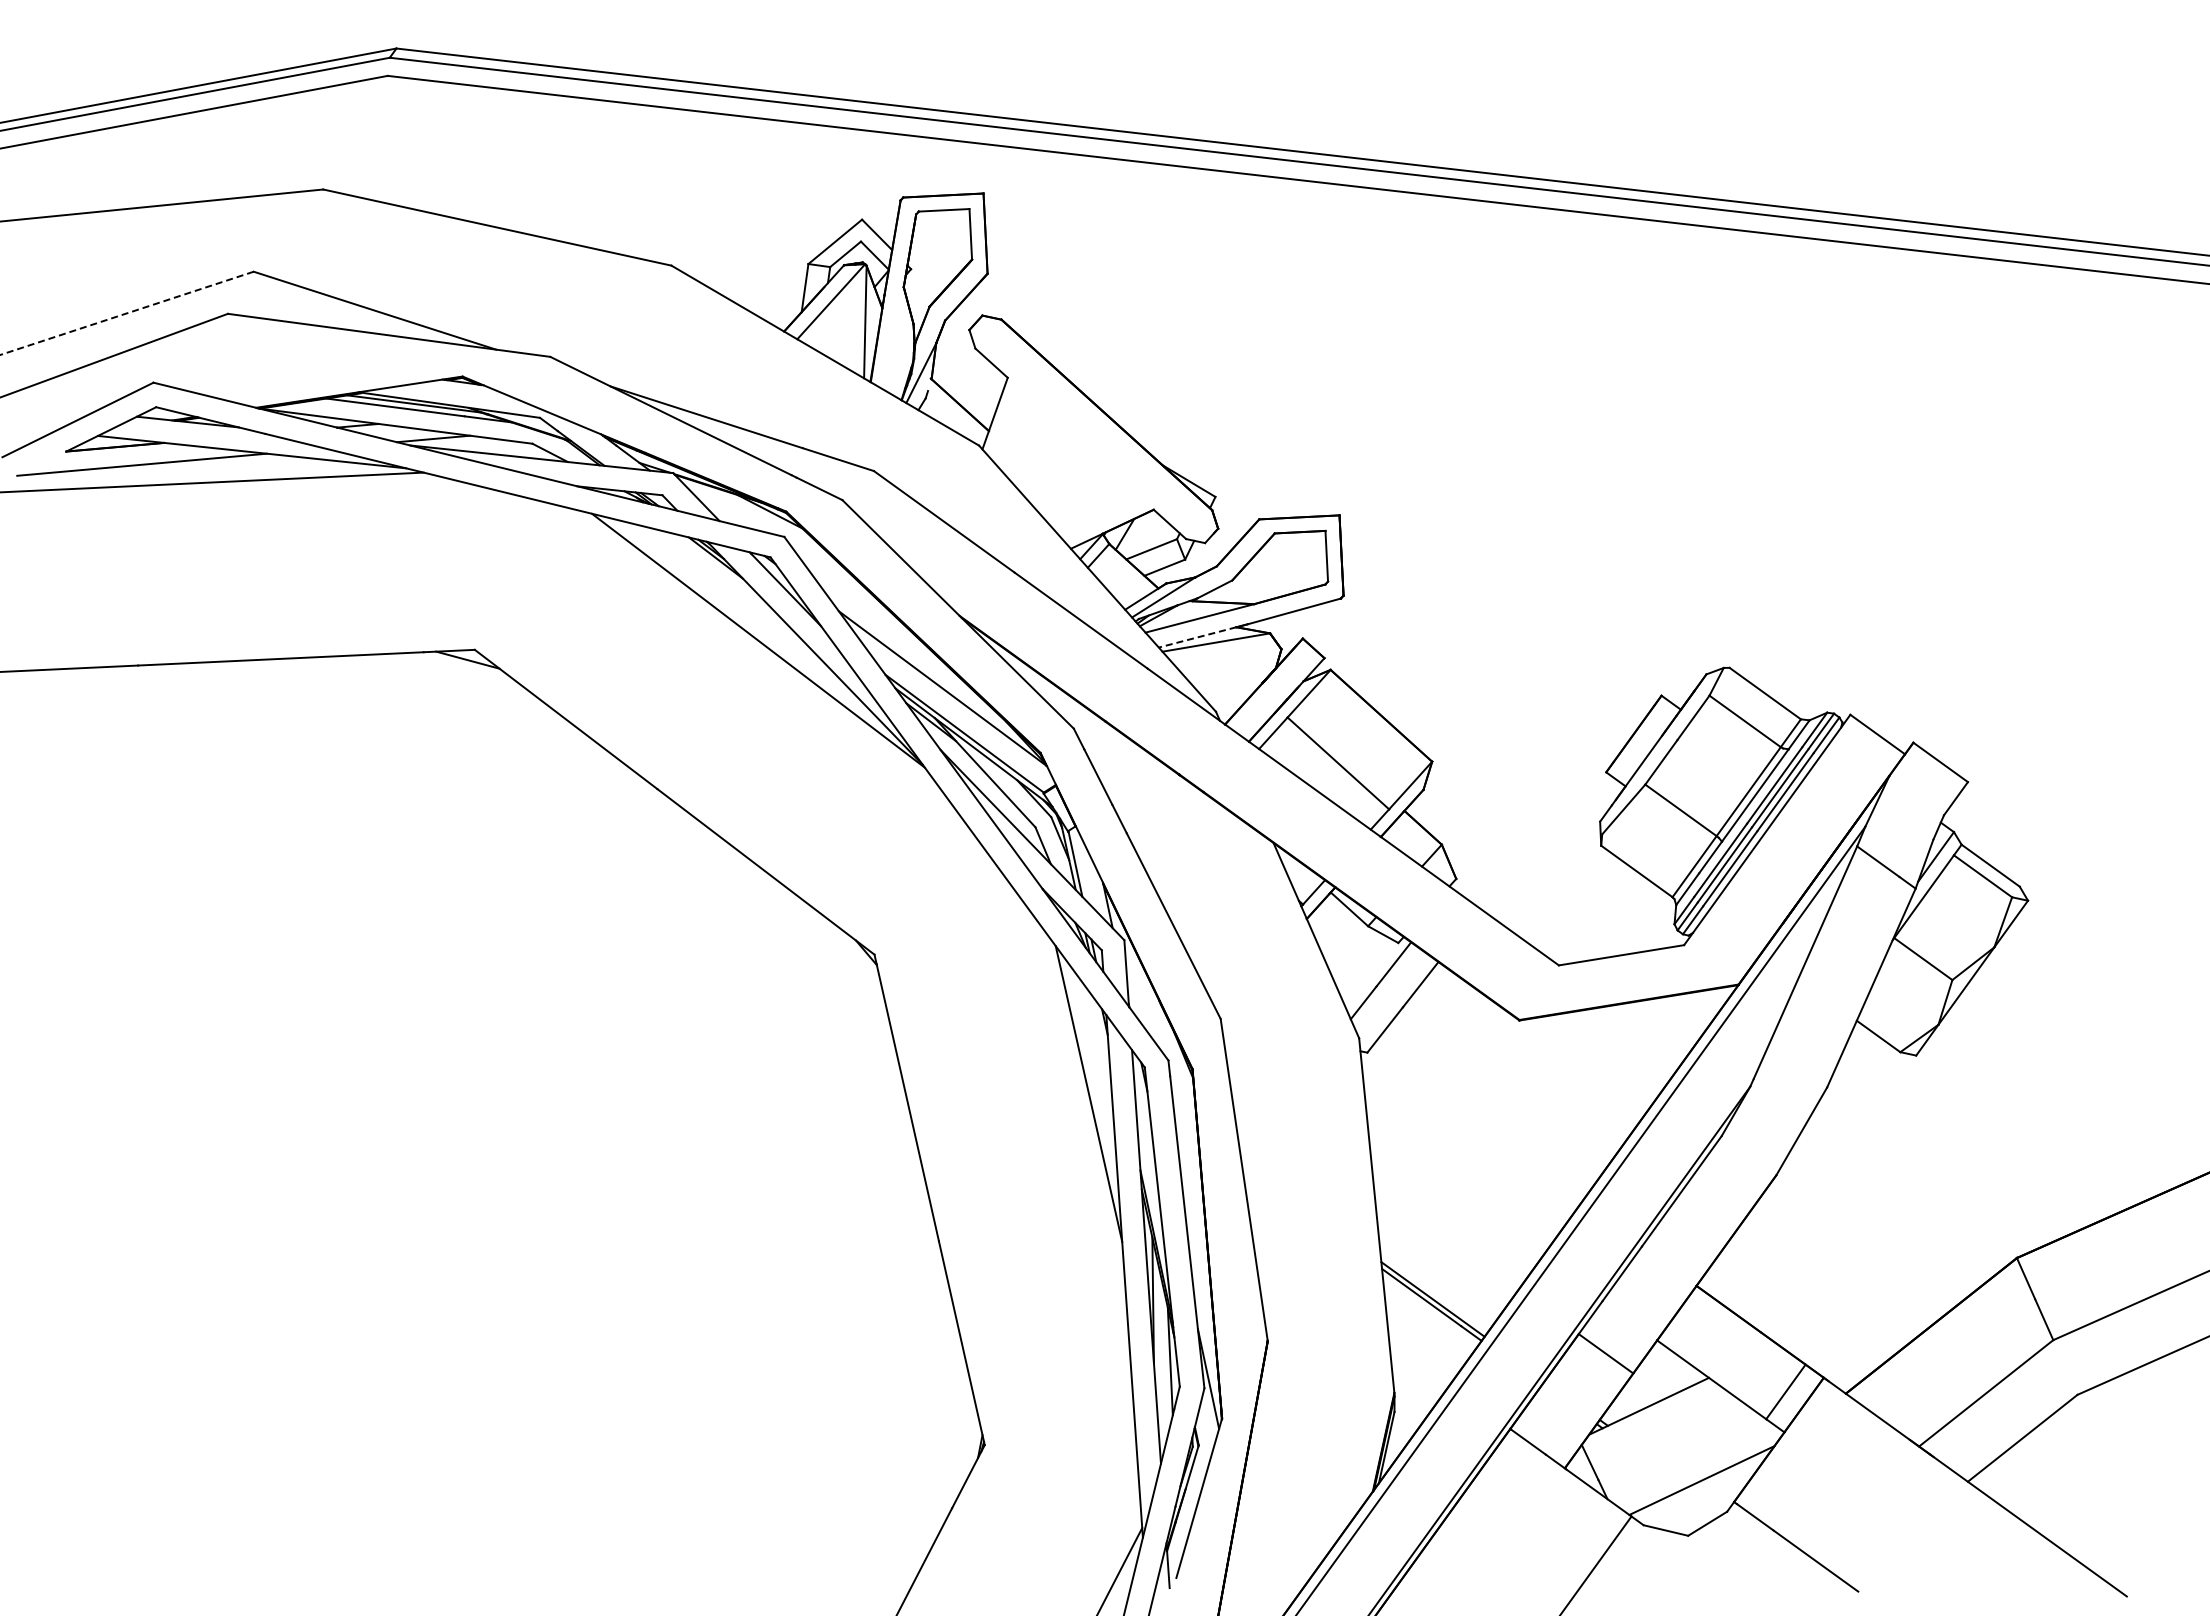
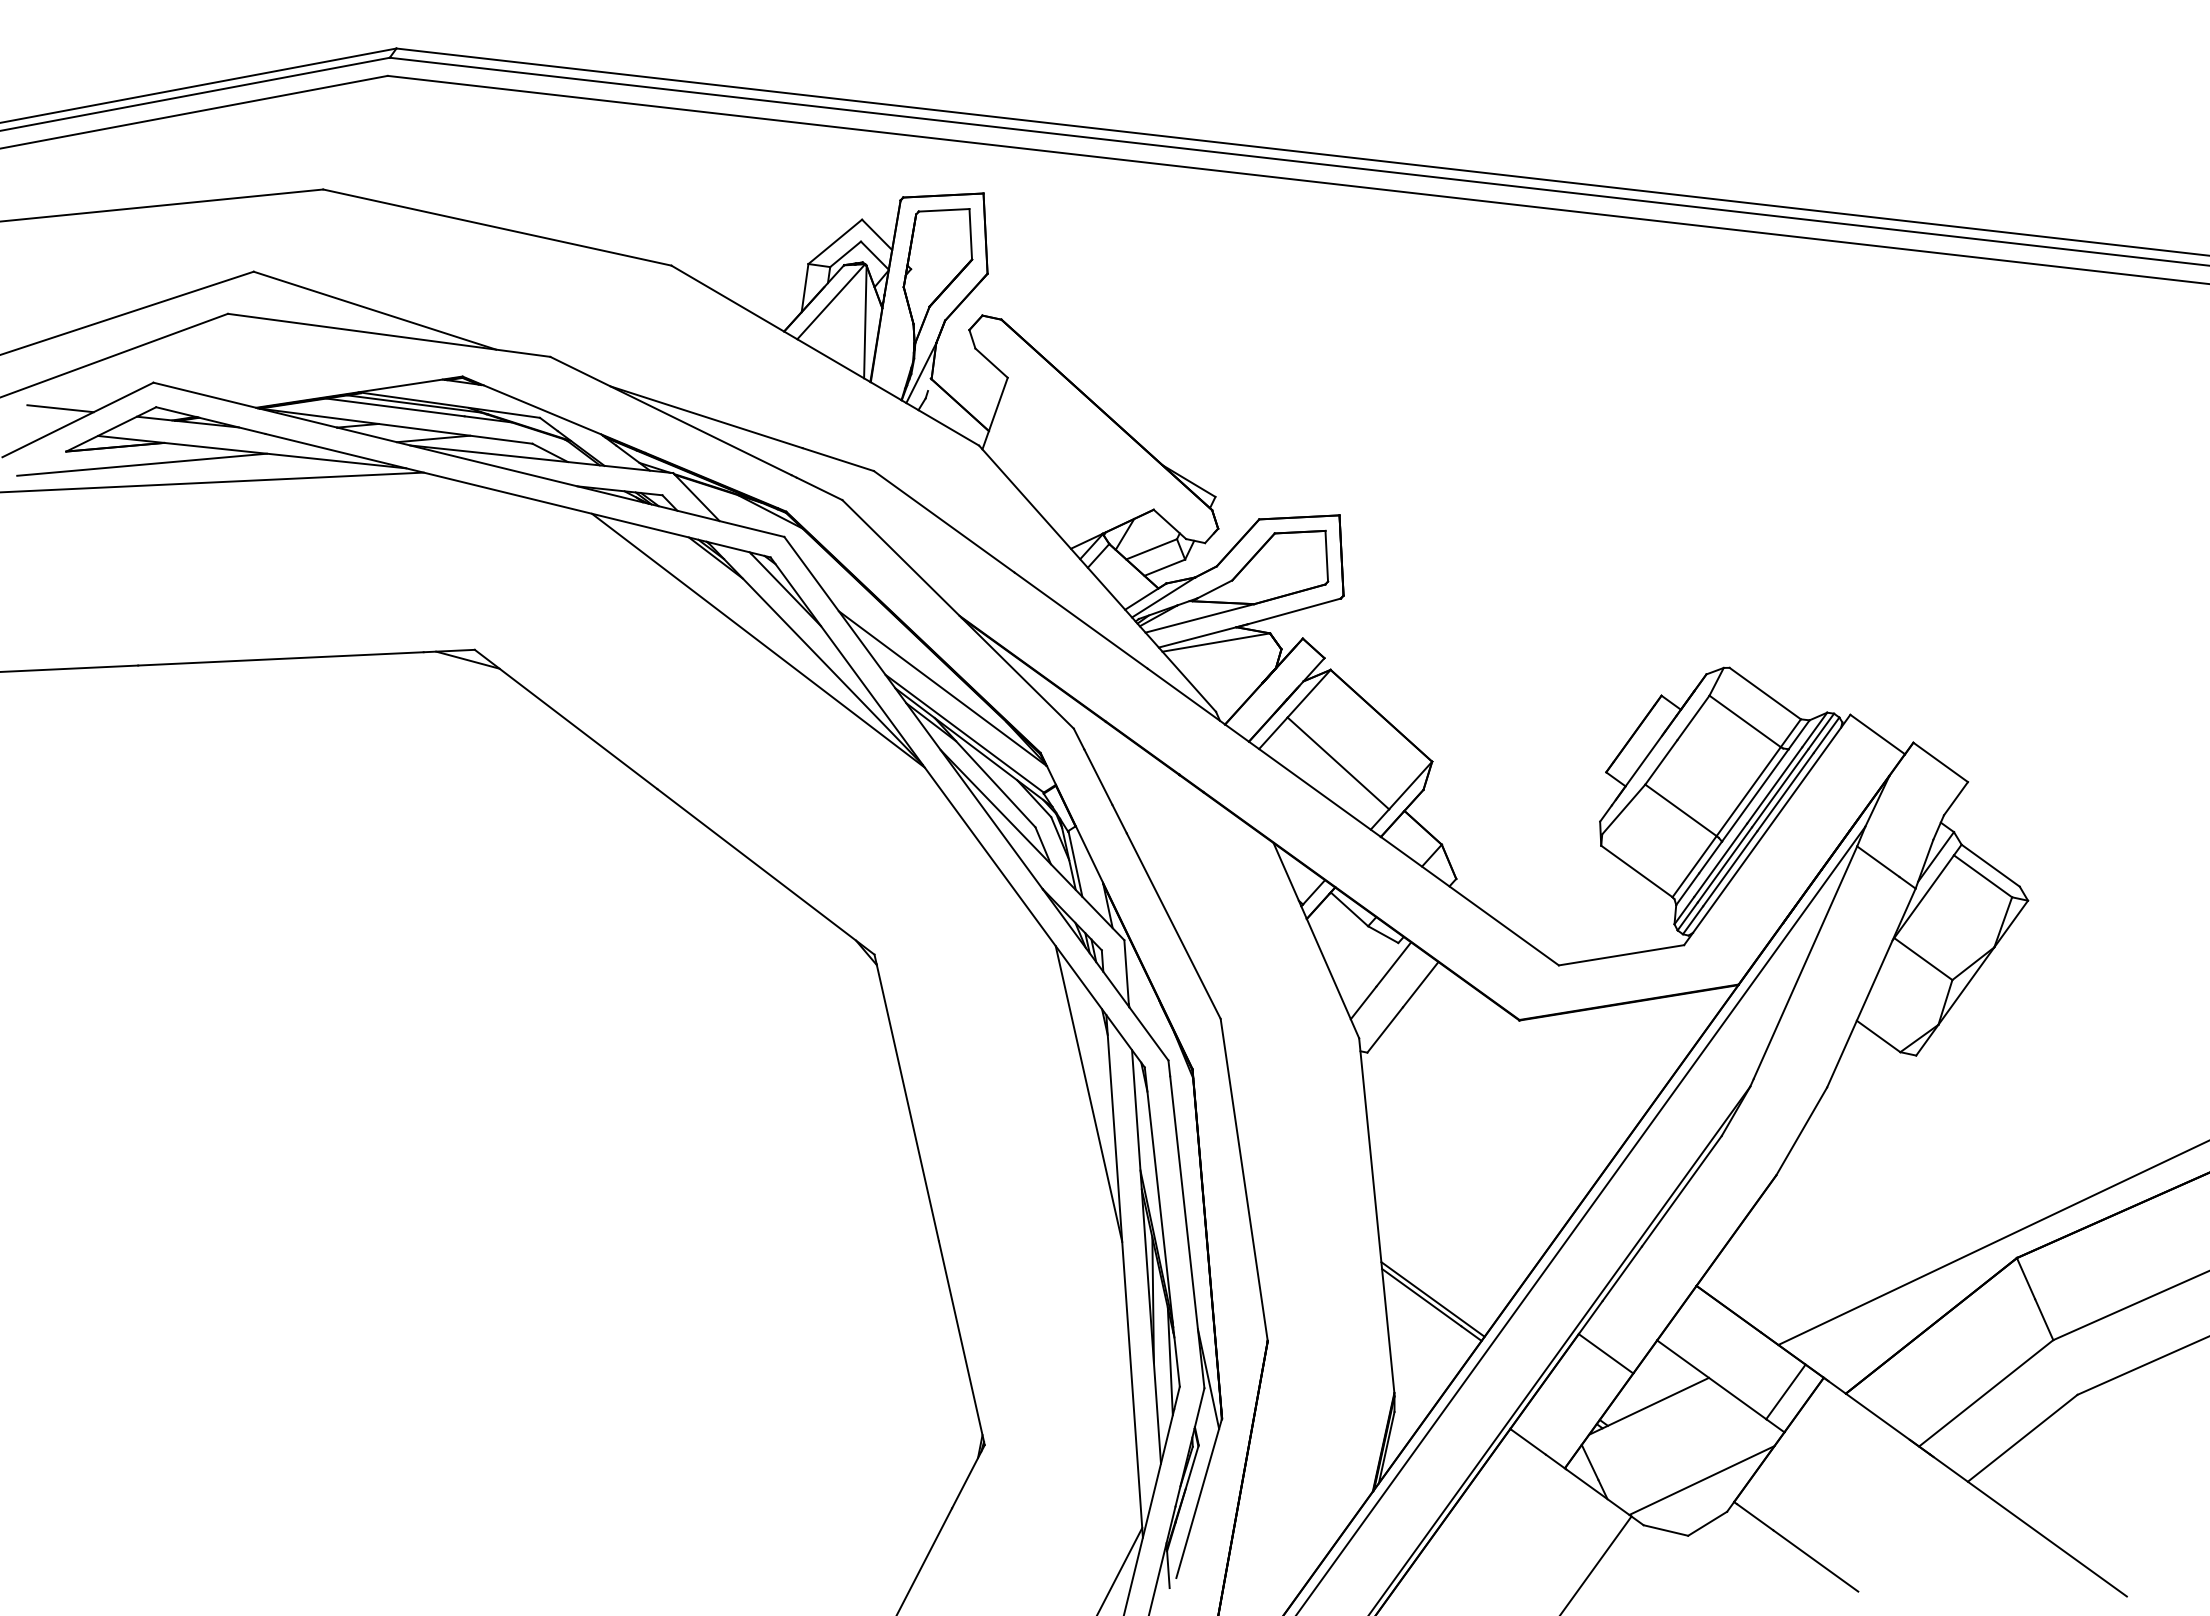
line at (126, 313): dashed -> solid
line at (60, 408): none -> present
line at (1197, 637): dashed -> solid
line at (1992, 1242): none -> present
